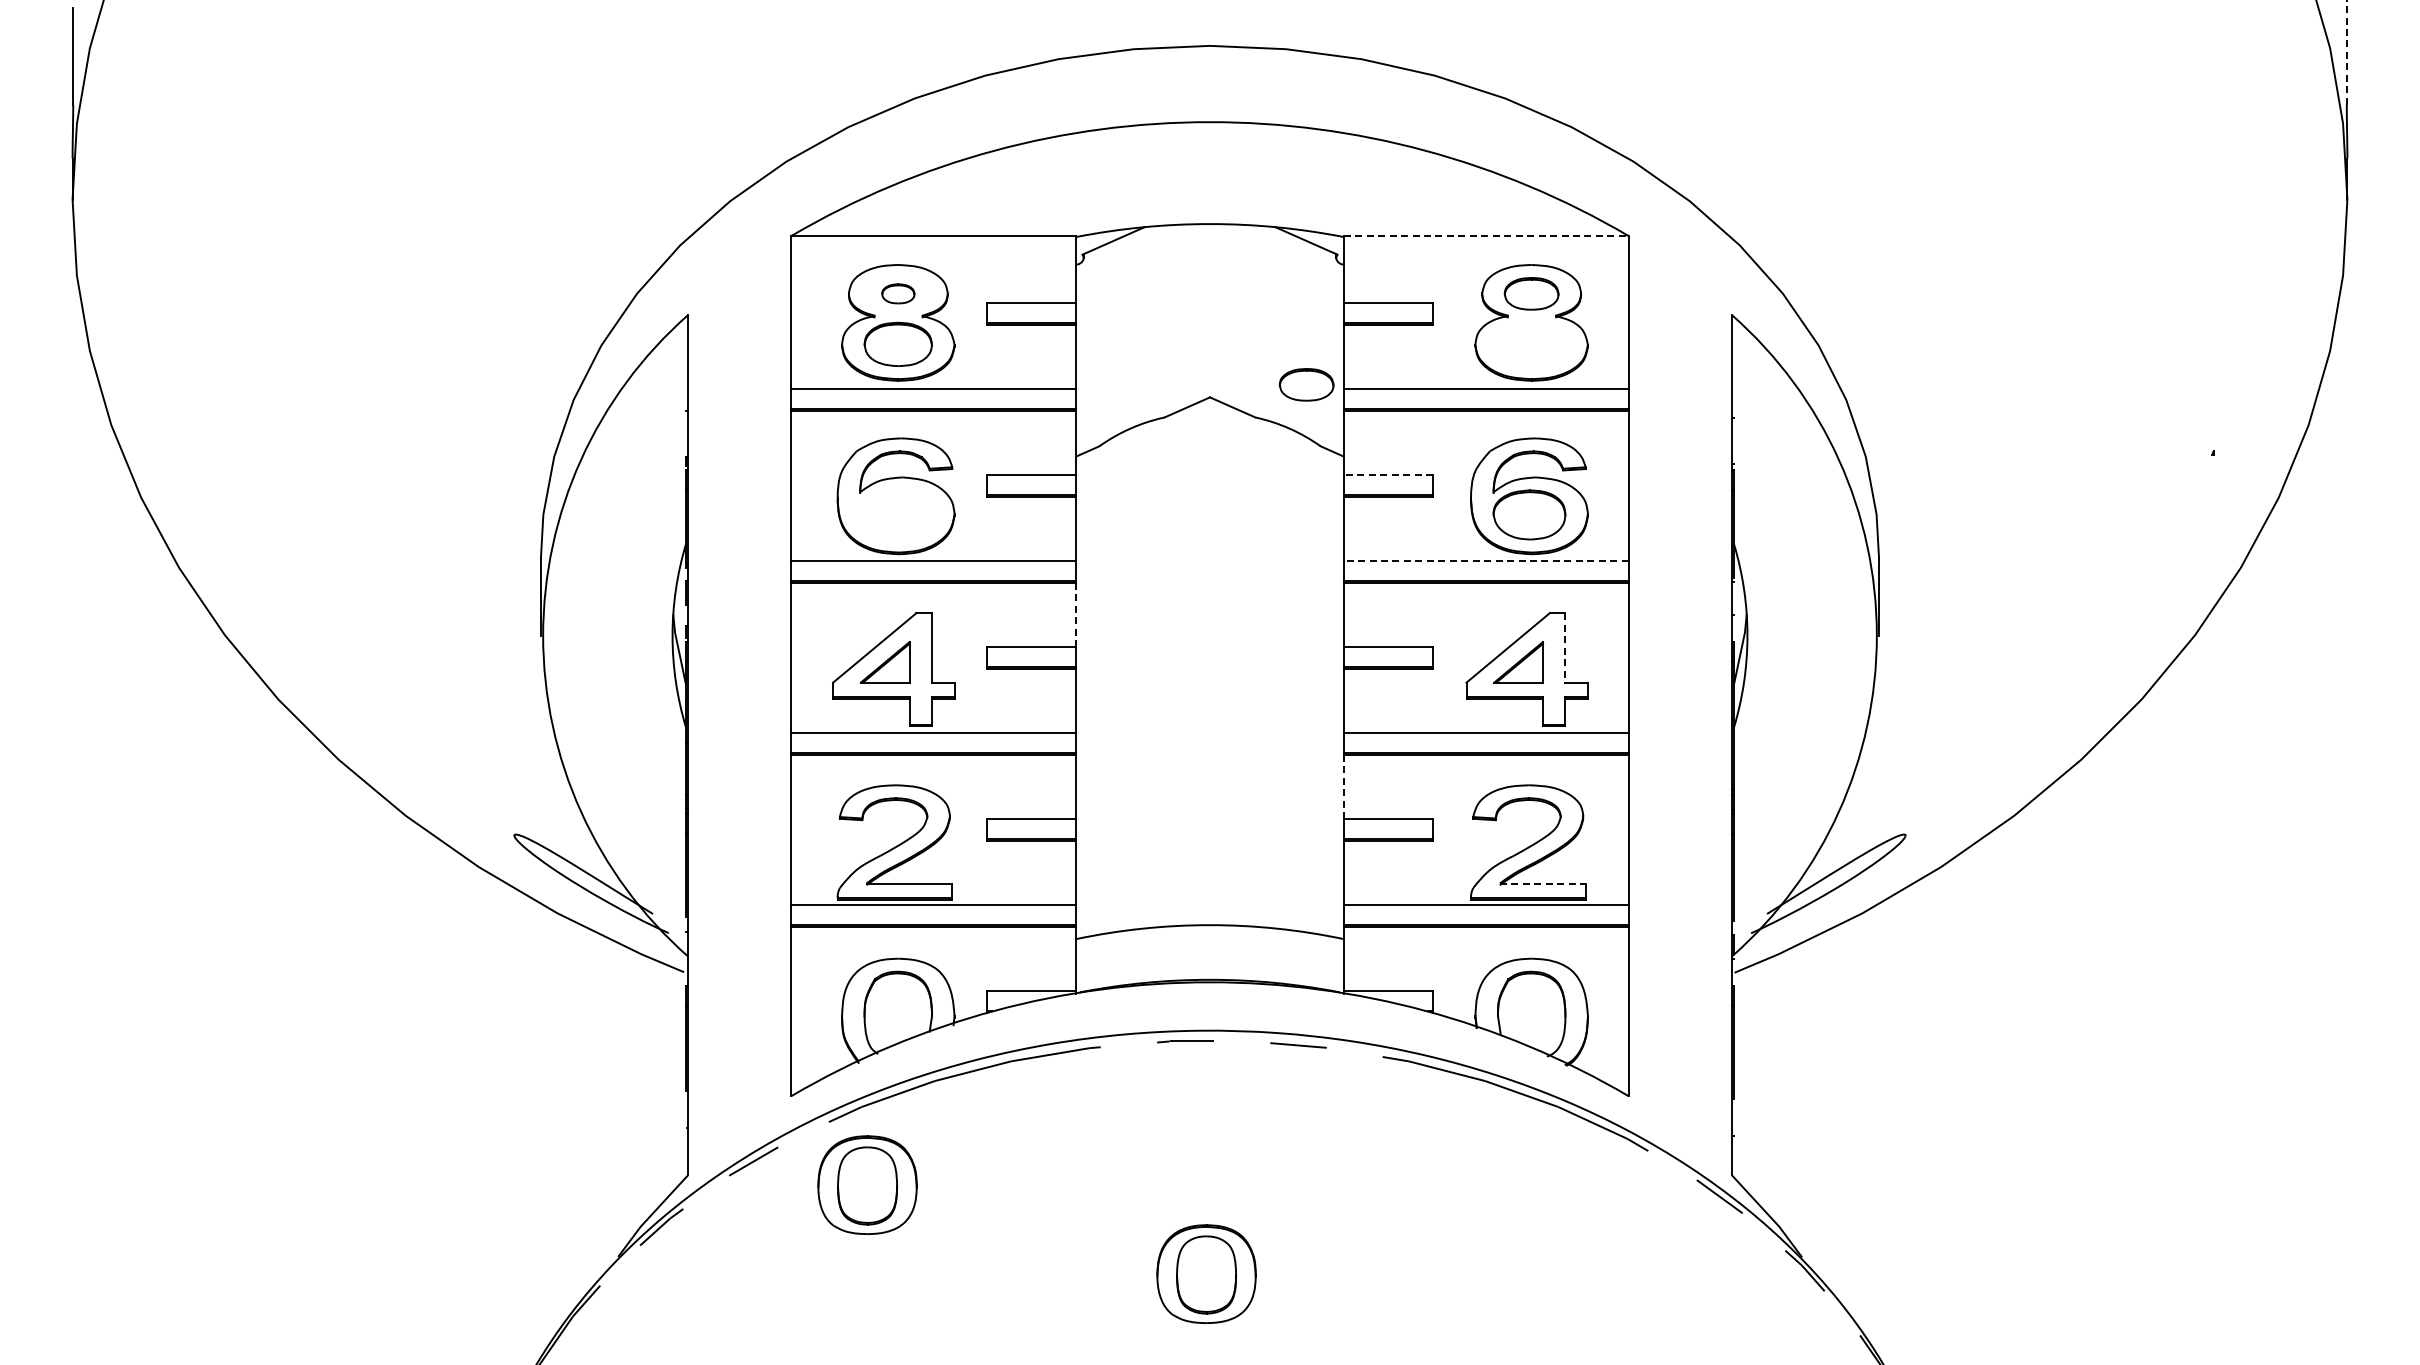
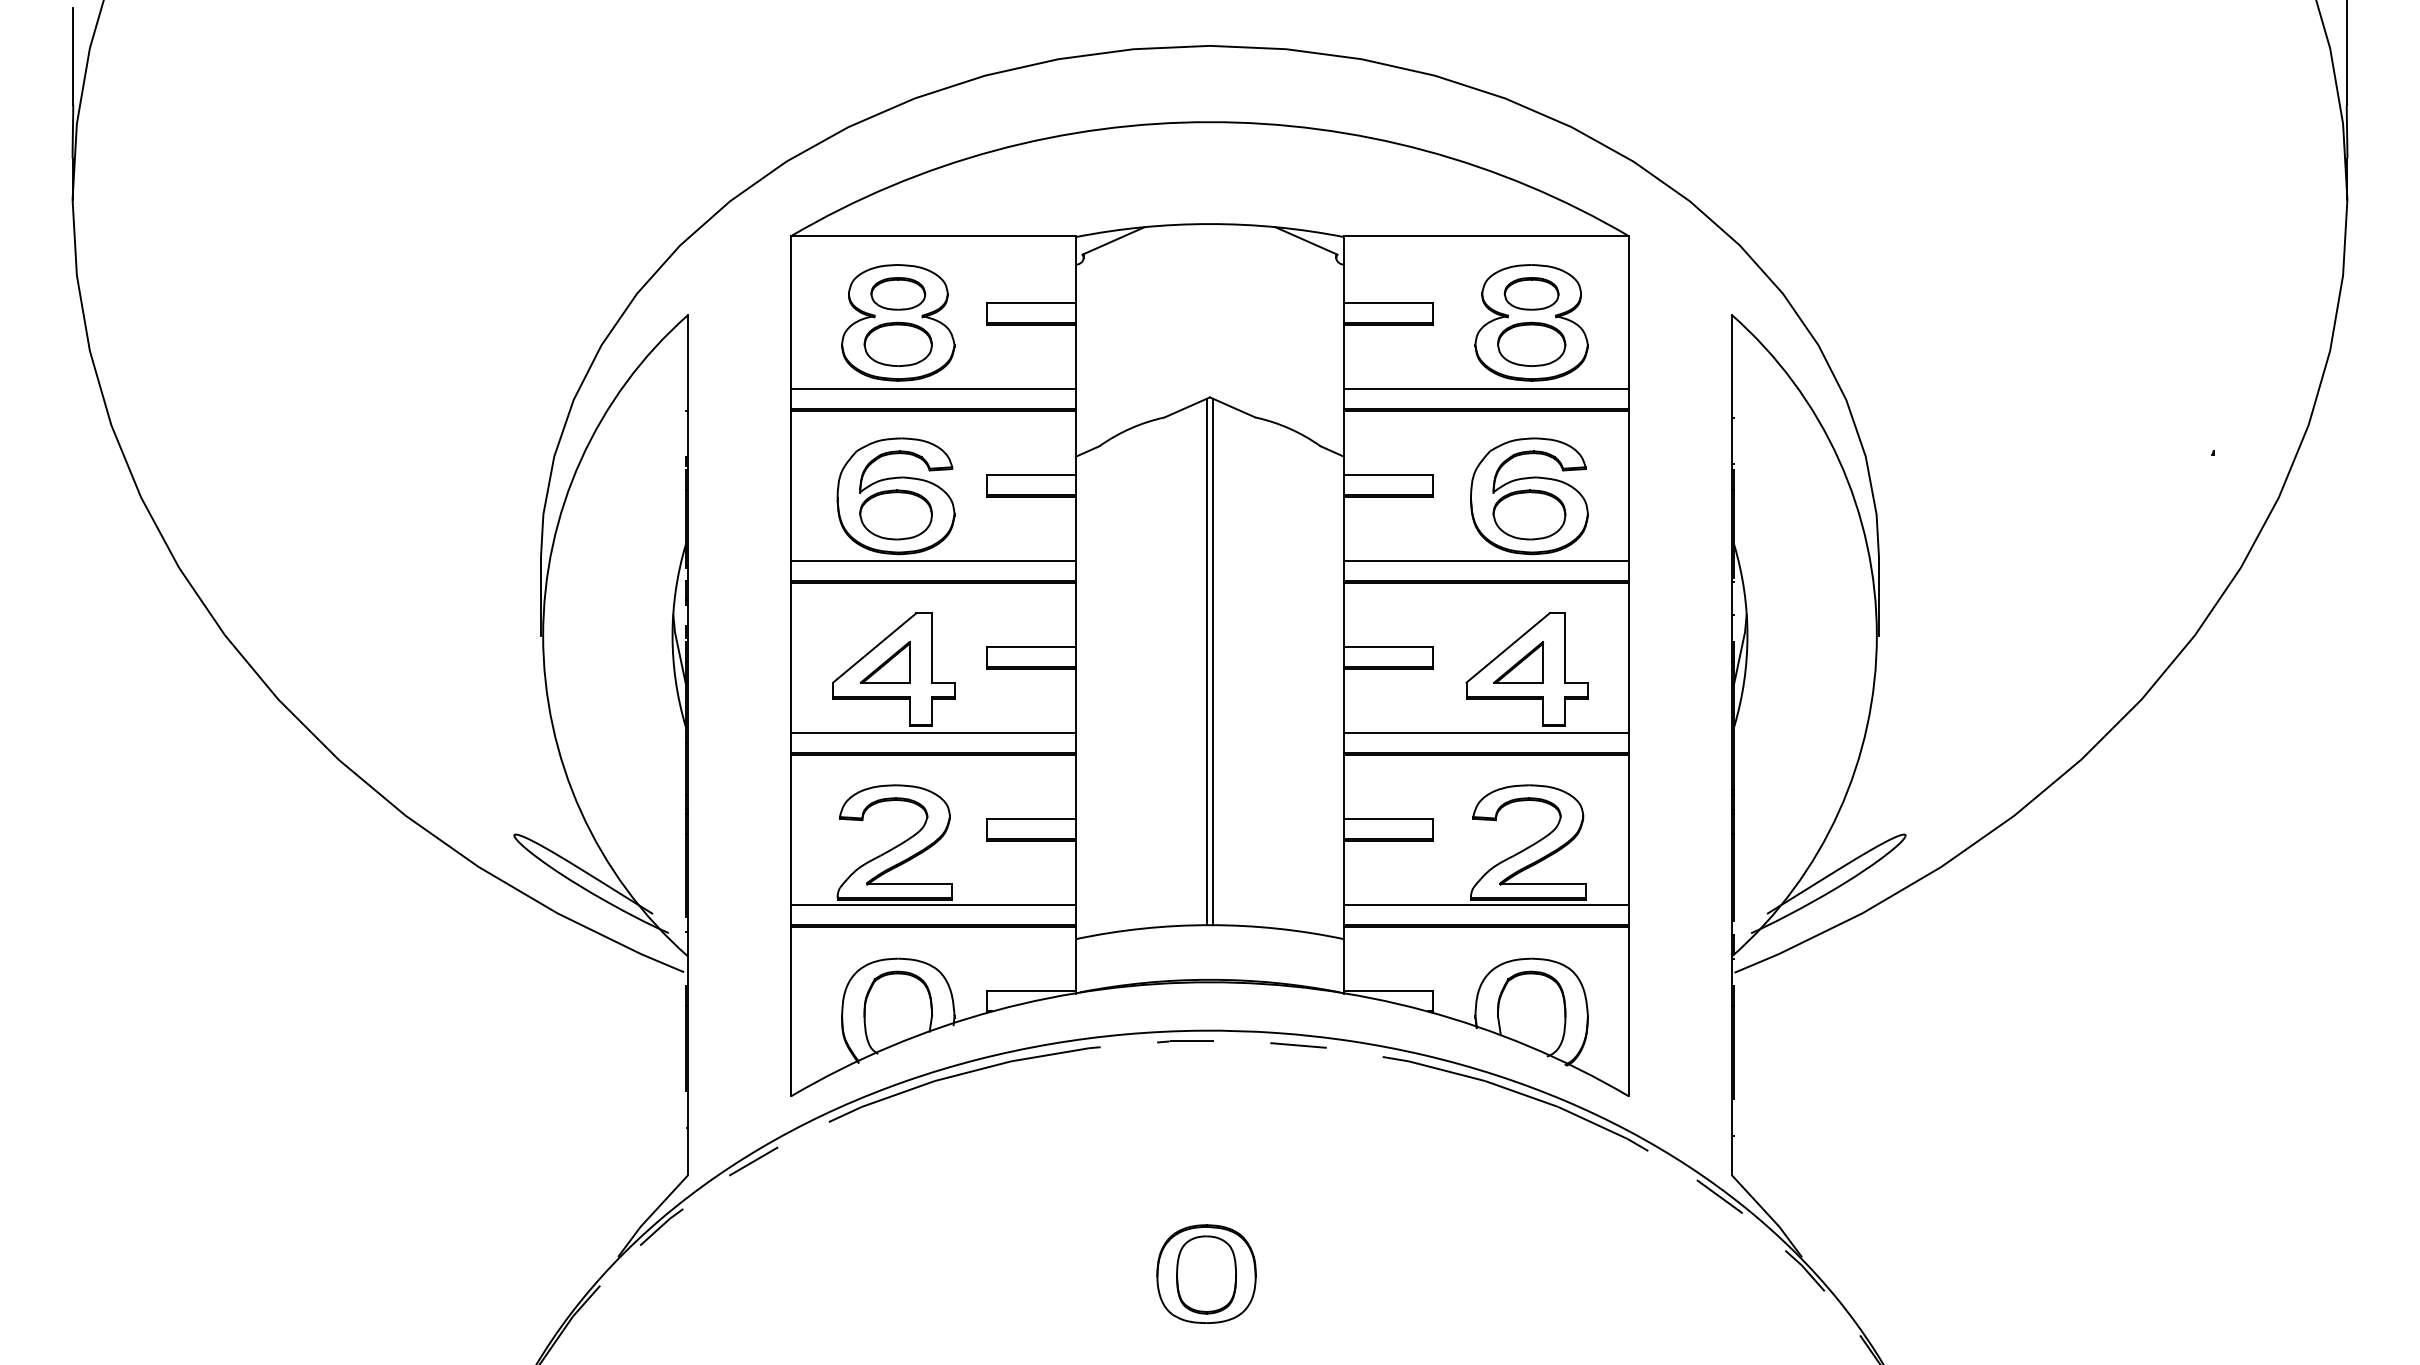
line at (2346, 52): dashed -> solid
line at (1486, 236): dashed -> solid
part at (898, 293) size: 35x22 px -> 57x34 px
part at (1531, 343): none -> present
part at (1306, 384): present -> none
line at (1388, 475): dashed -> solid
part at (895, 514): none -> present
line at (1485, 561): dashed -> solid
line at (1076, 615): dashed -> solid
line at (1565, 647): dashed -> solid
line at (1206, 661): none -> present
line at (1213, 661): none -> present
line at (1343, 786): dashed -> solid
line at (1542, 883): dashed -> solid
part at (867, 1184): present -> none
